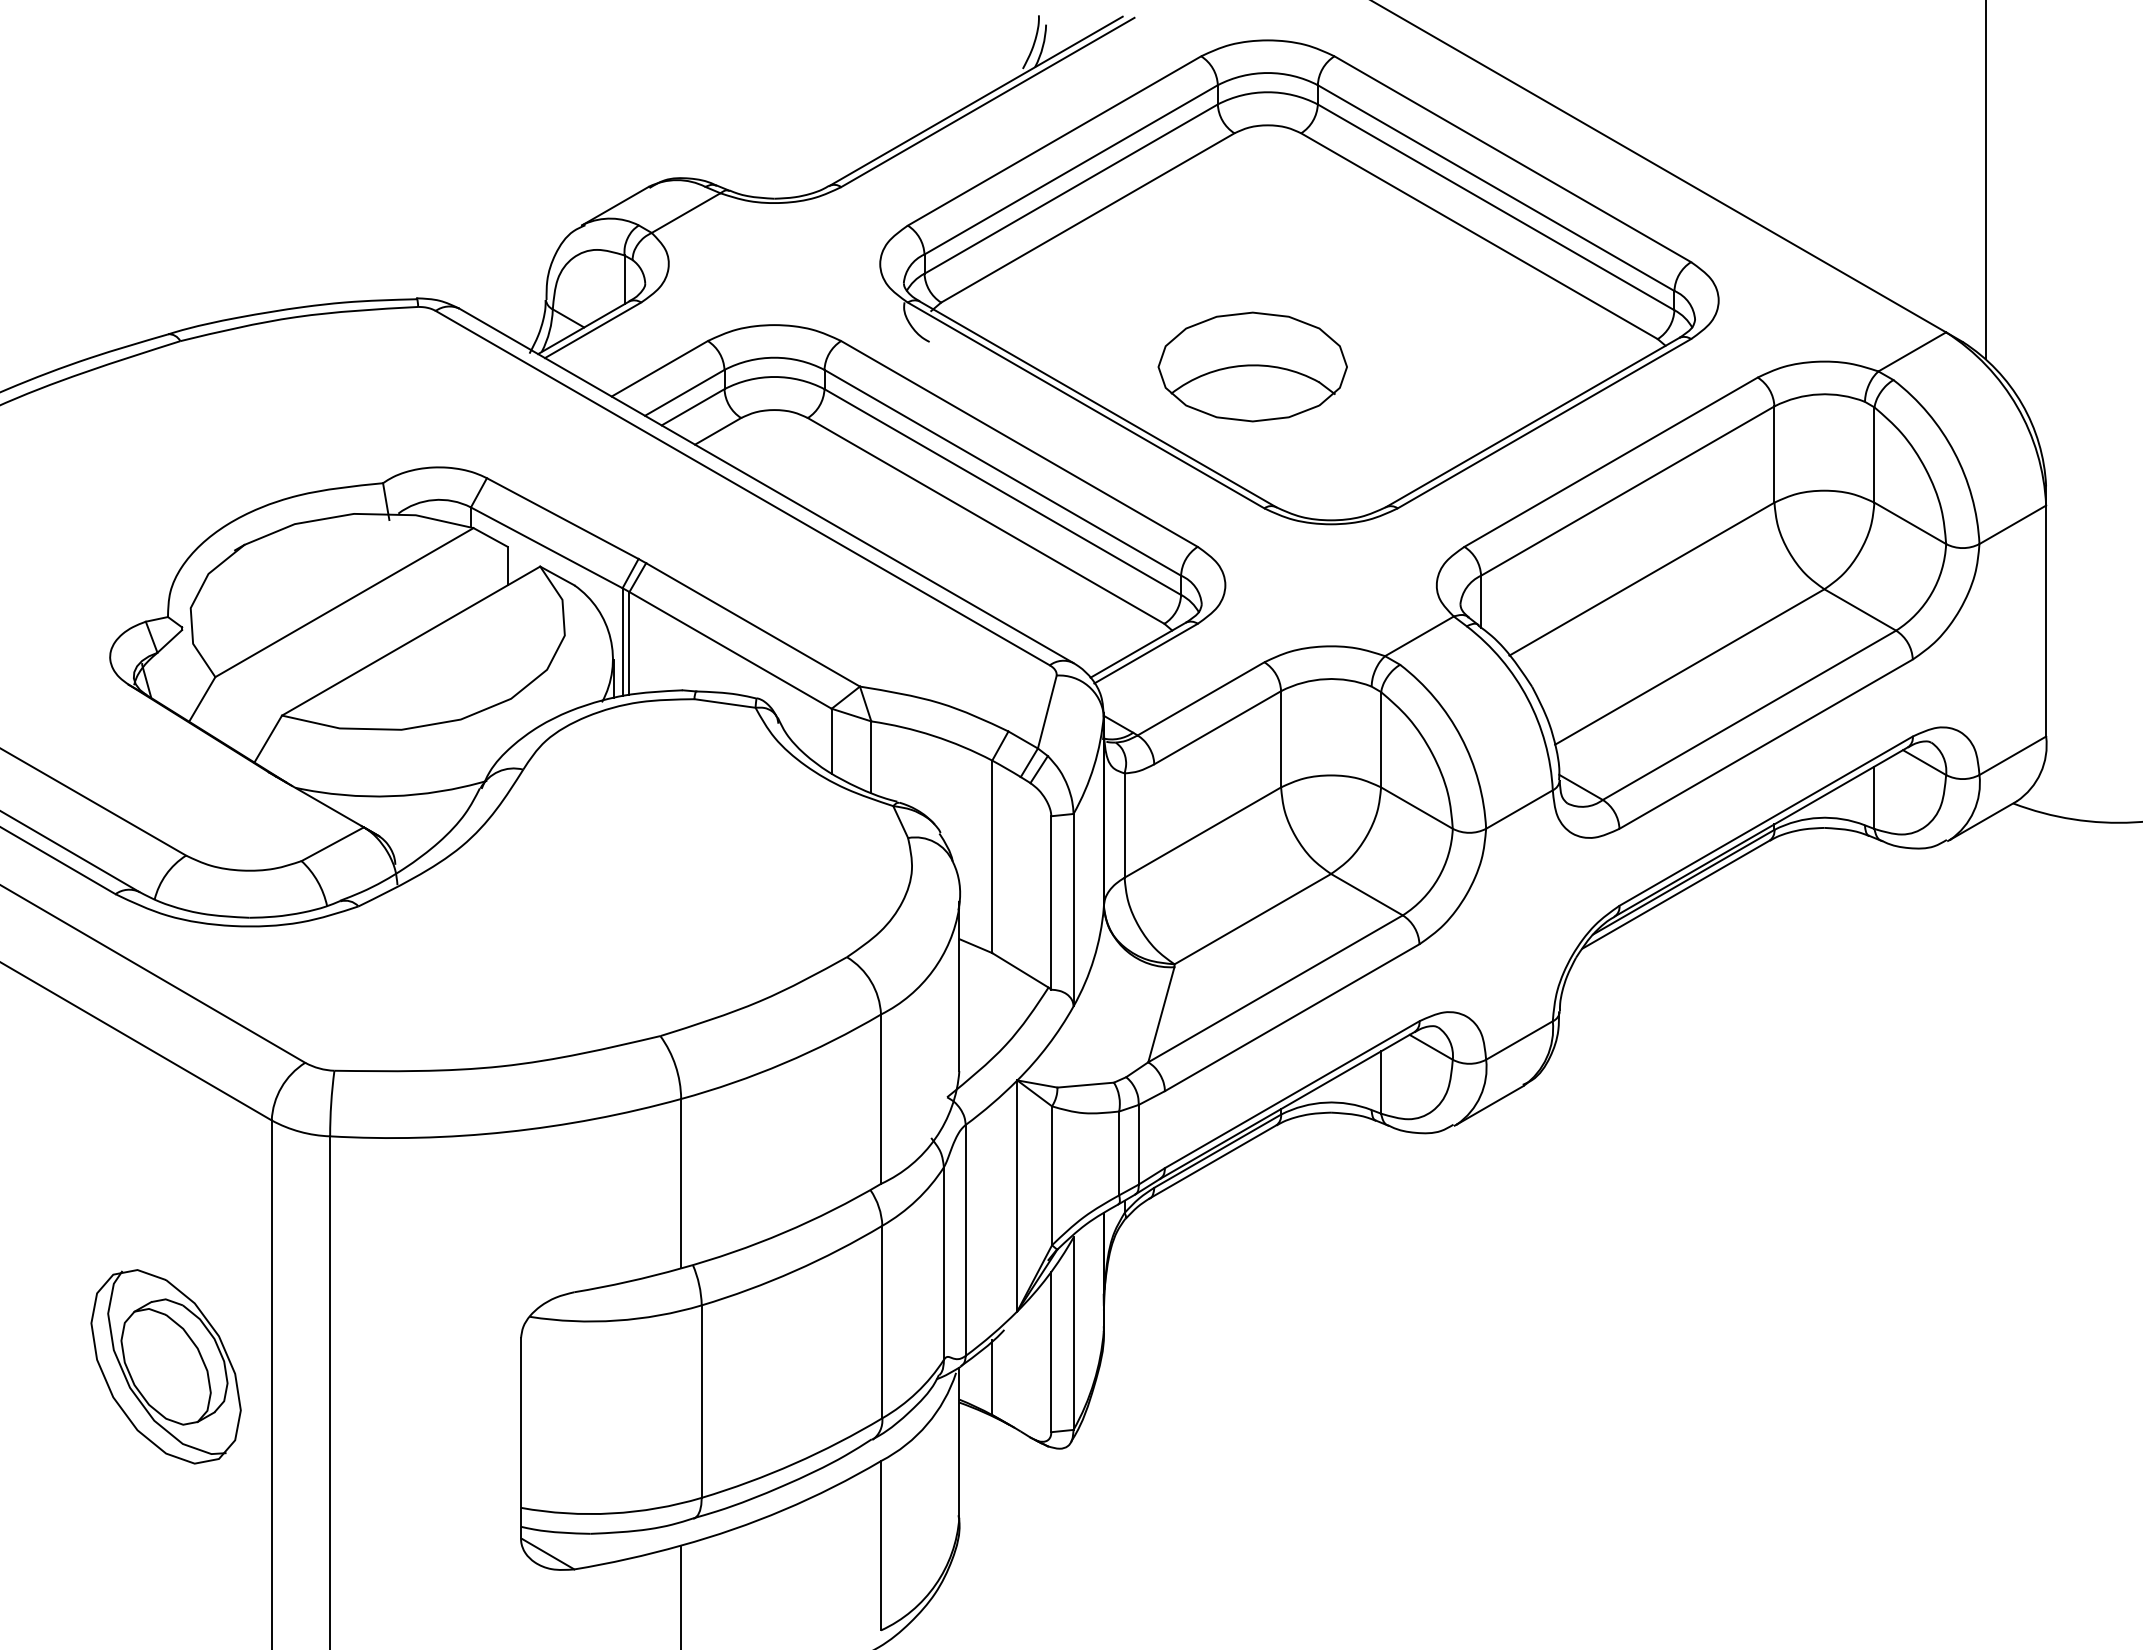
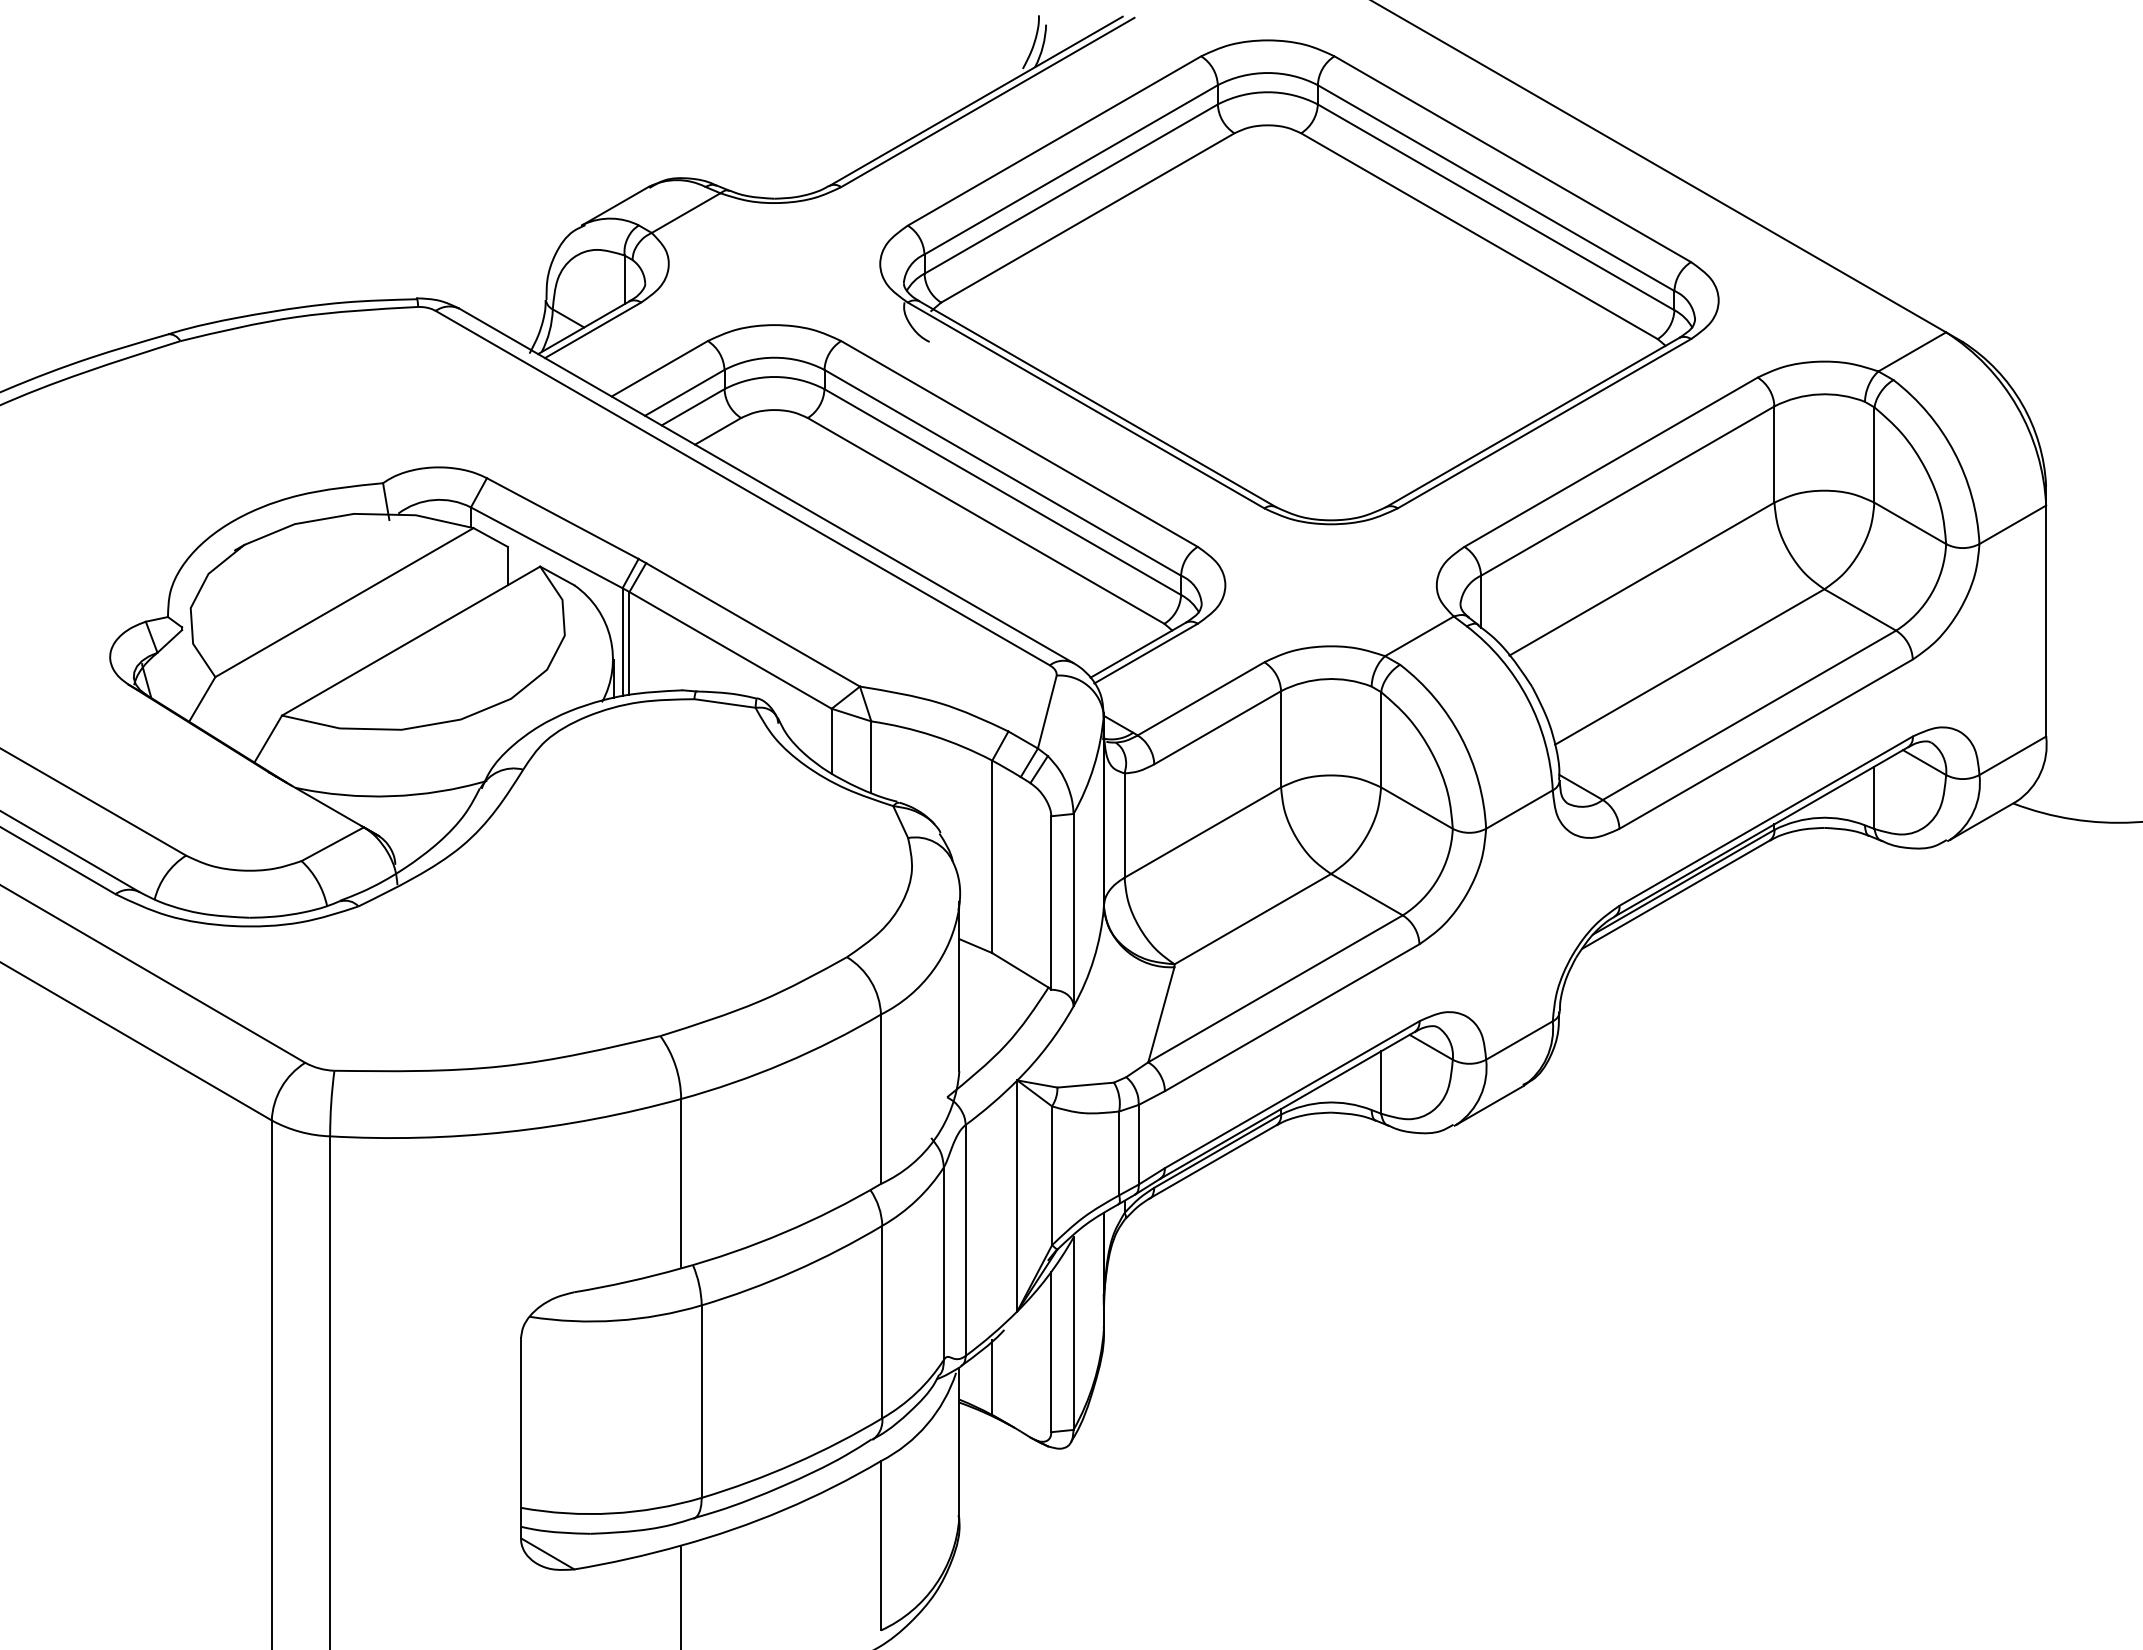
line at (1986, 180): present -> none
part at (1252, 366): present -> none
part at (165, 1366): present -> none
